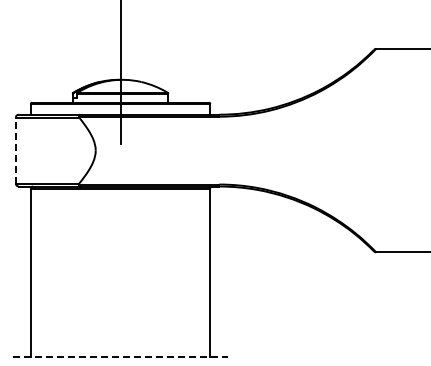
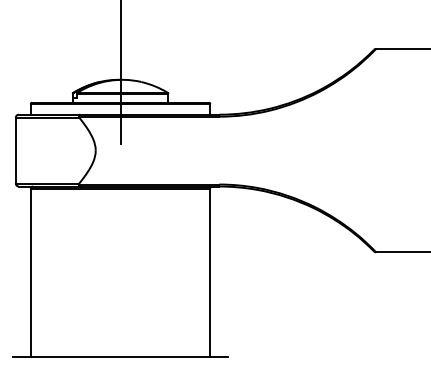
line at (15, 150): dashed -> solid
line at (120, 356): dashed -> solid
